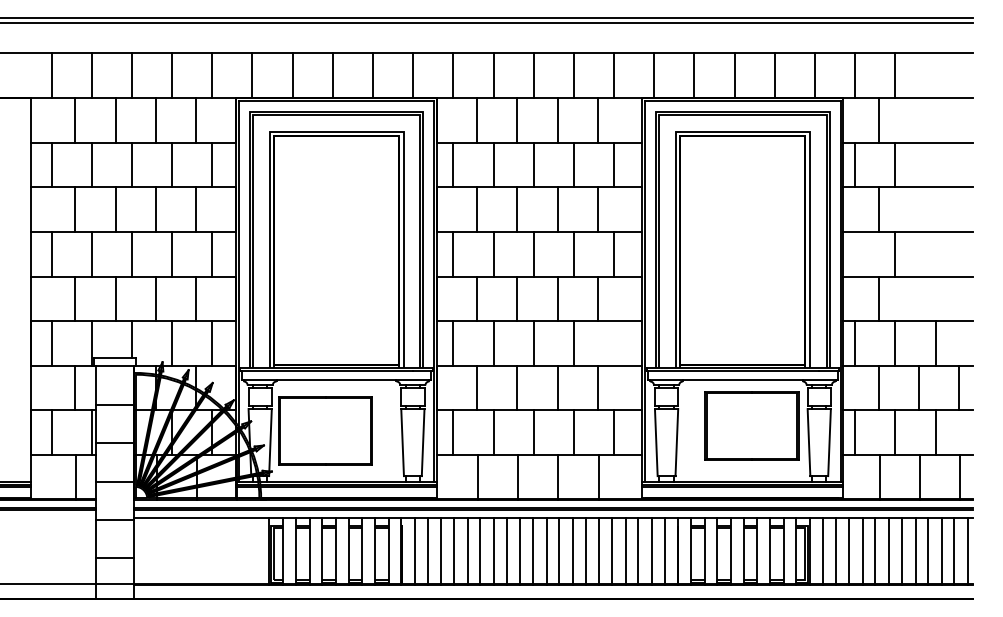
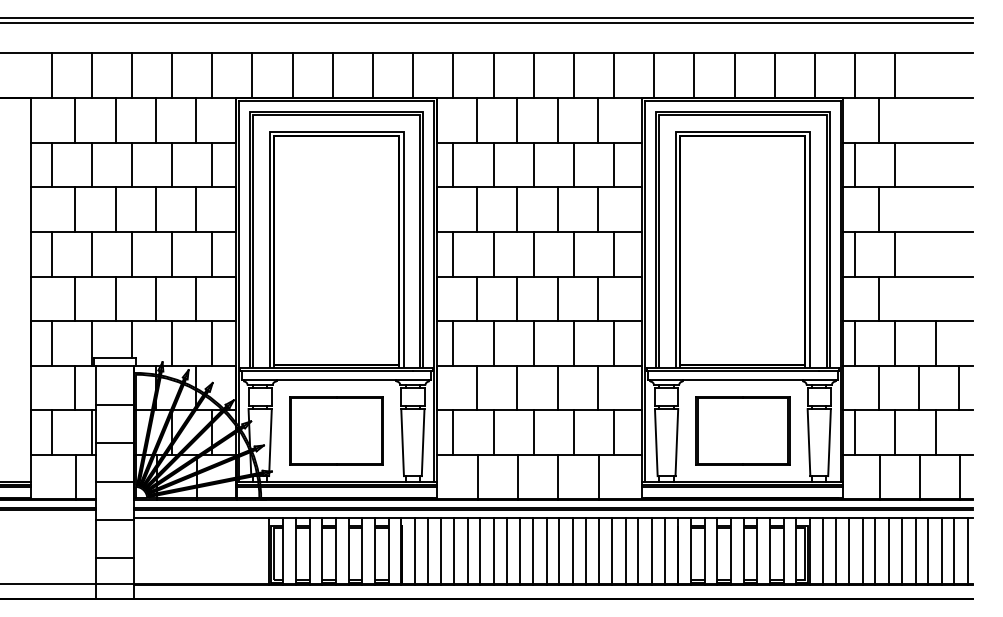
line at (855, 253): none -> present
line at (614, 343): none -> present
part at (751, 425) position: (751, 425) -> (742, 430)
part at (325, 430) position: (325, 430) -> (336, 430)
